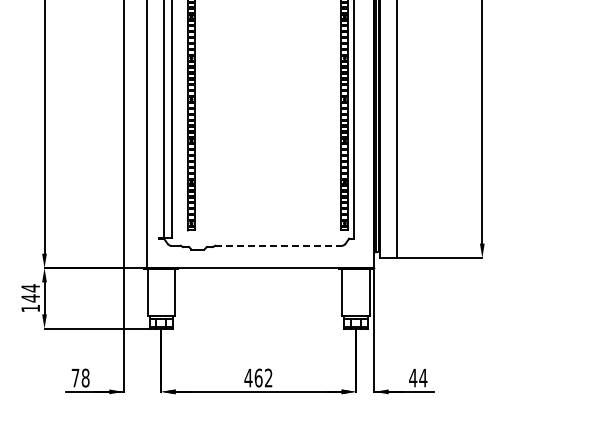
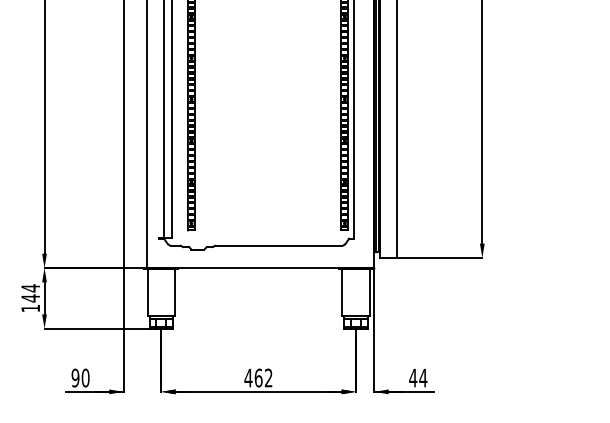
line at (279, 245): dashed -> solid
text at (80, 377): 78 -> 90
